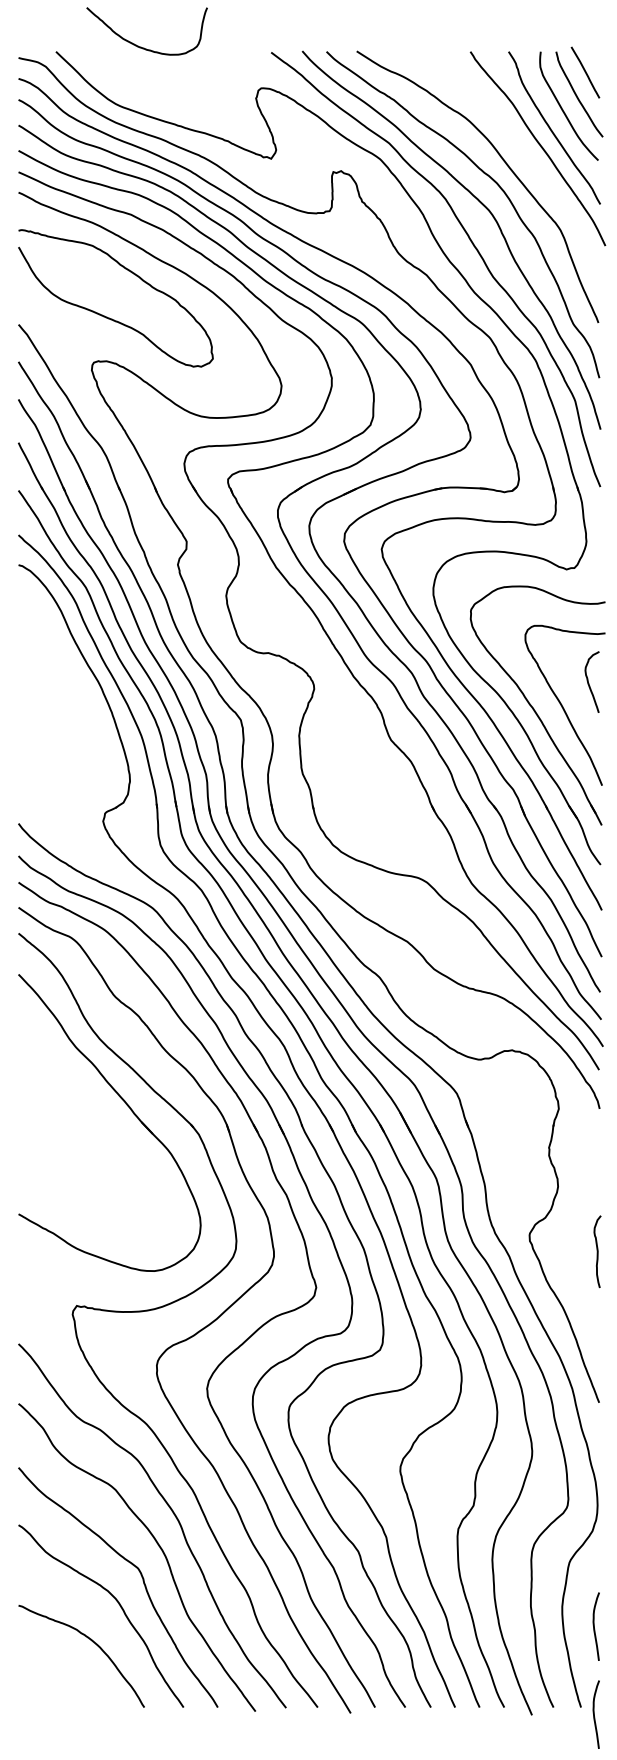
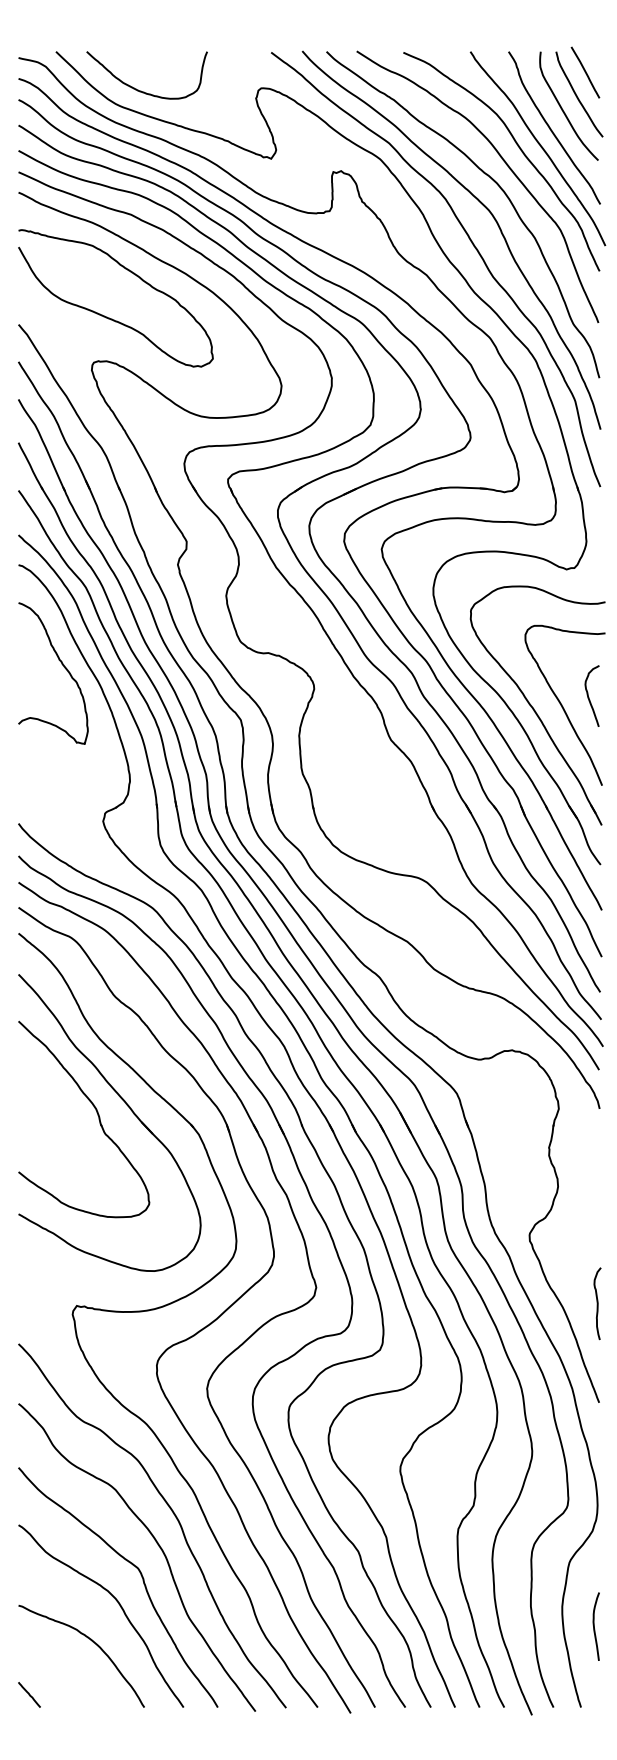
curve at (141, 46) position: (141, 46) -> (141, 90)
curve at (519, 149): none -> present
curve at (61, 664): none -> present
curve at (589, 683) position: (589, 683) -> (589, 697)
part at (97, 1115): none -> present
curve at (597, 1251) position: (597, 1251) -> (597, 1303)
line at (29, 1694): none -> present
curve at (594, 1714): present -> none
